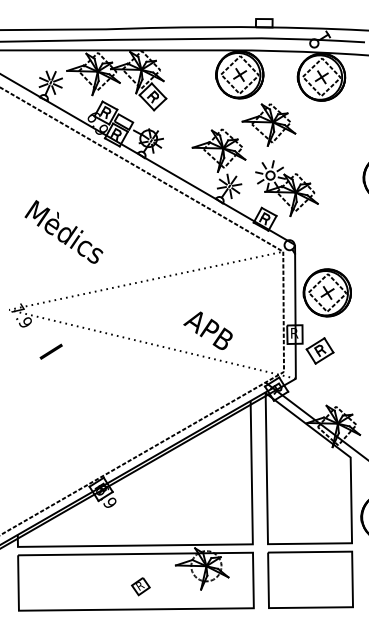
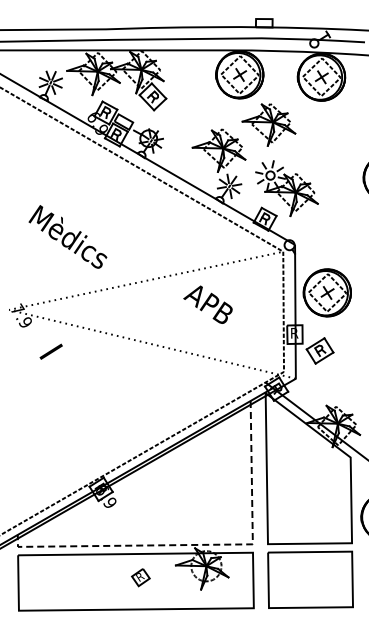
text at (63, 231) position: (63, 231) -> (67, 236)
text at (207, 330) position: (207, 330) -> (207, 304)
line at (200, 544): solid -> dashed
part at (140, 586) position: (140, 586) -> (140, 577)
